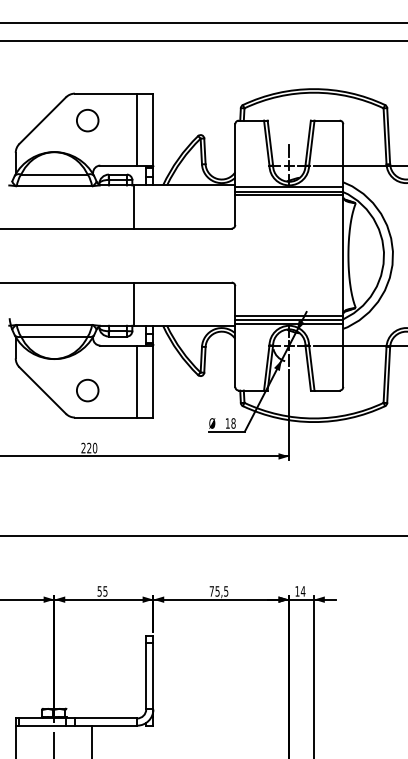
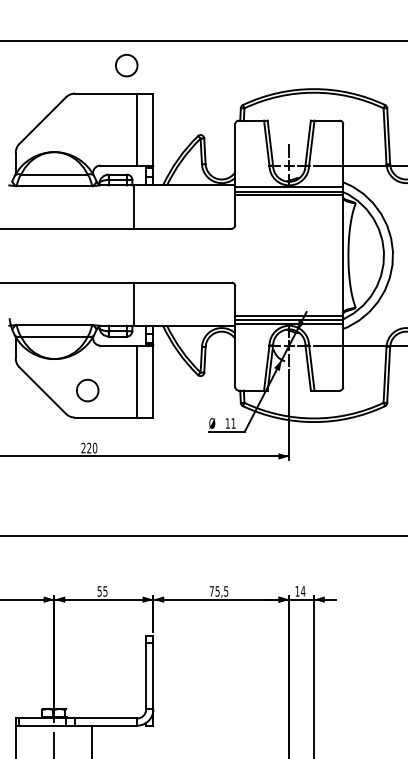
line at (203, 22): present -> none
circle at (87, 120) position: (87, 120) -> (126, 65)
text at (233, 423): 18 -> 11
